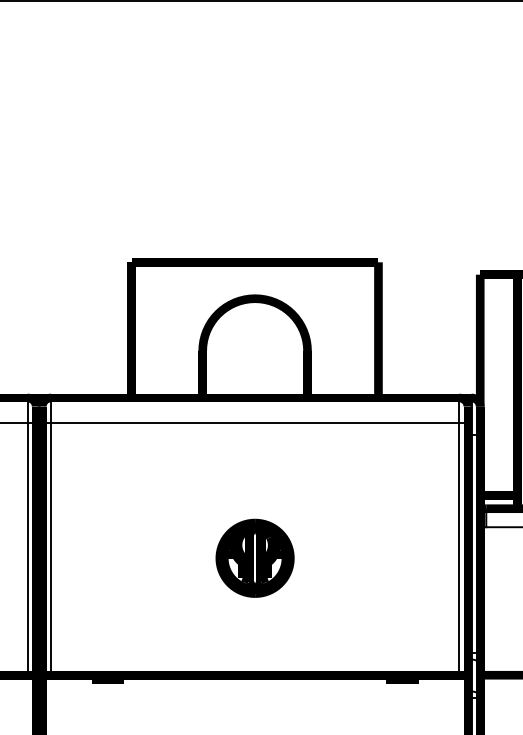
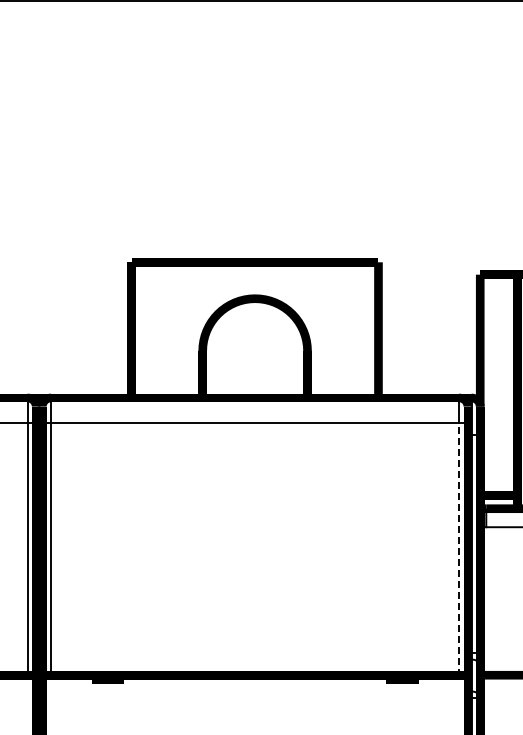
line at (459, 548): solid -> dashed
part at (254, 557): present -> none
